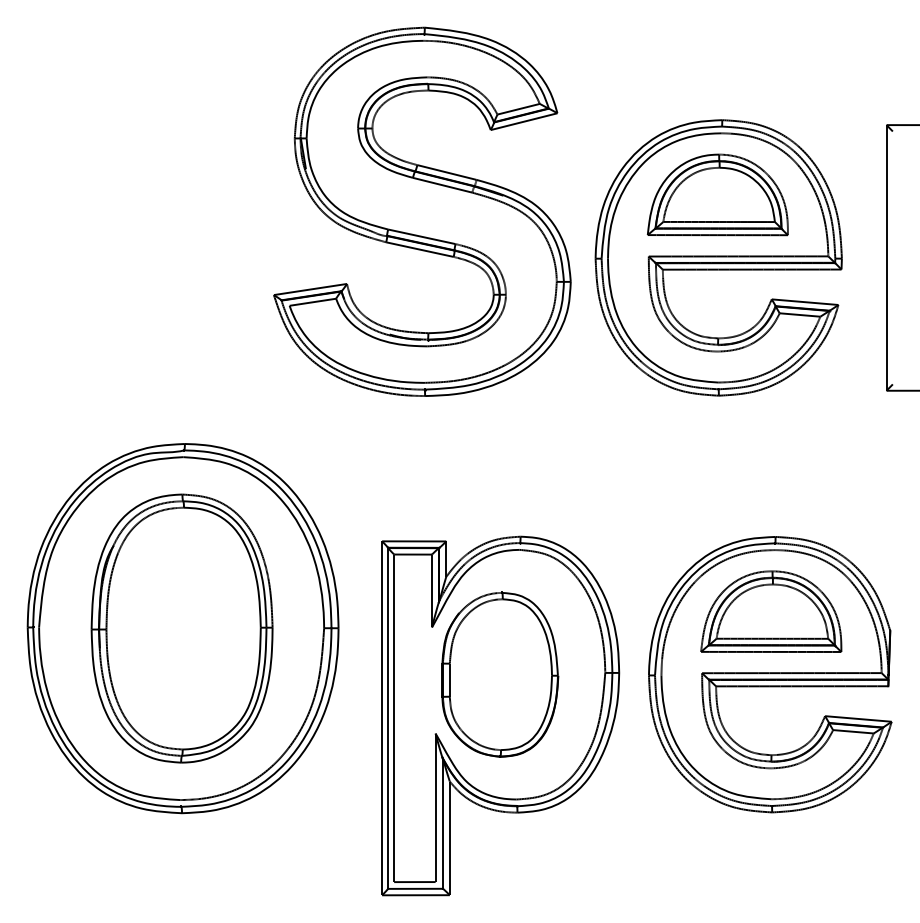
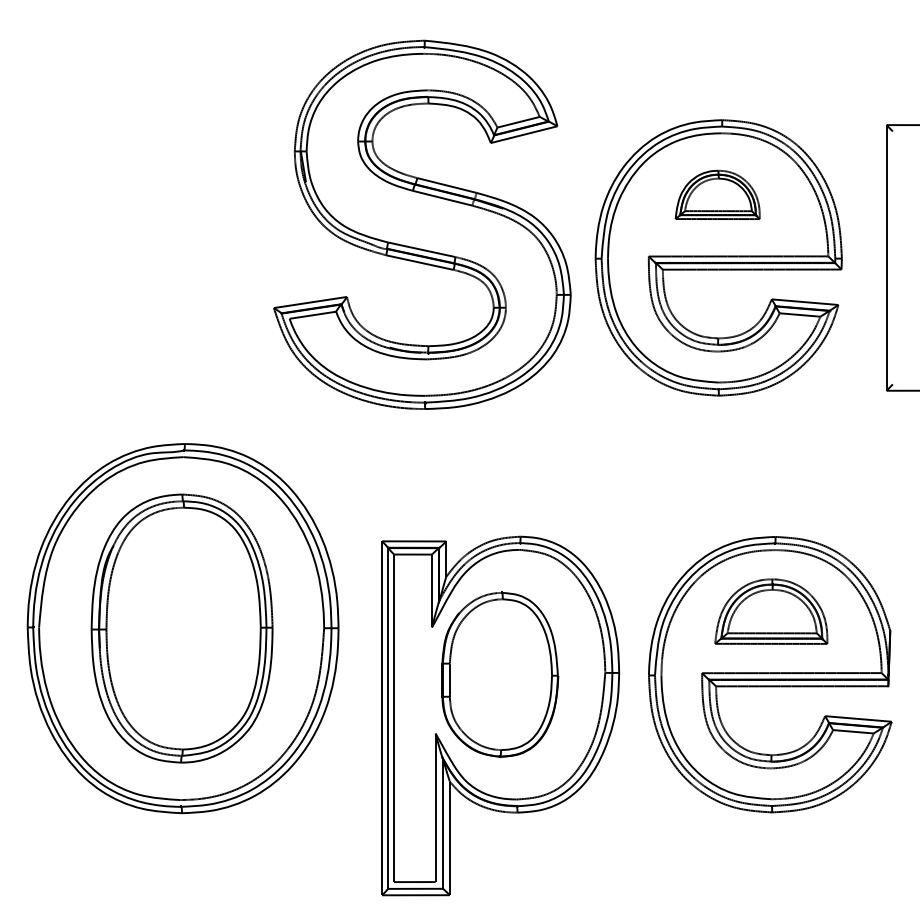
part at (717, 194) size: 143x84 px -> 87x51 px
part at (422, 211) position: (422, 211) -> (422, 224)
part at (771, 611) size: 143x83 px -> 115x67 px
